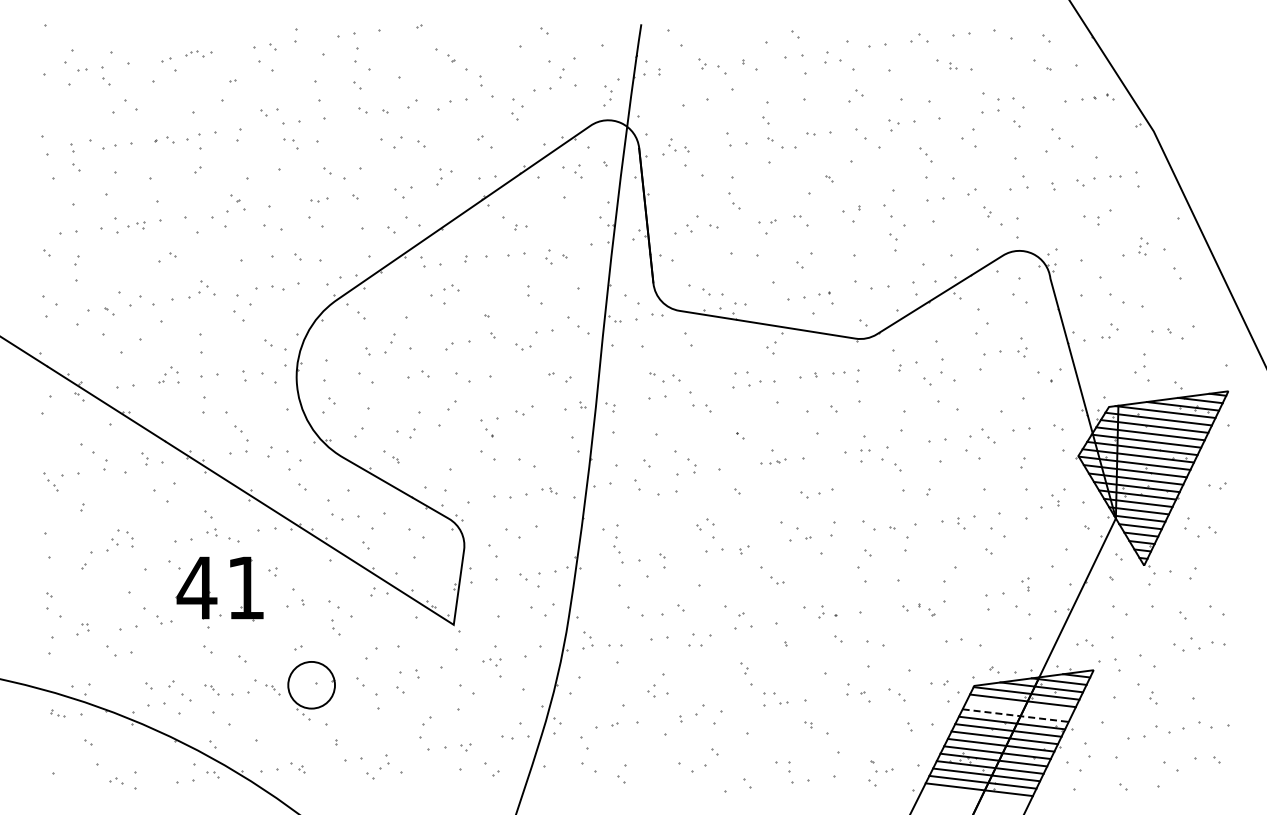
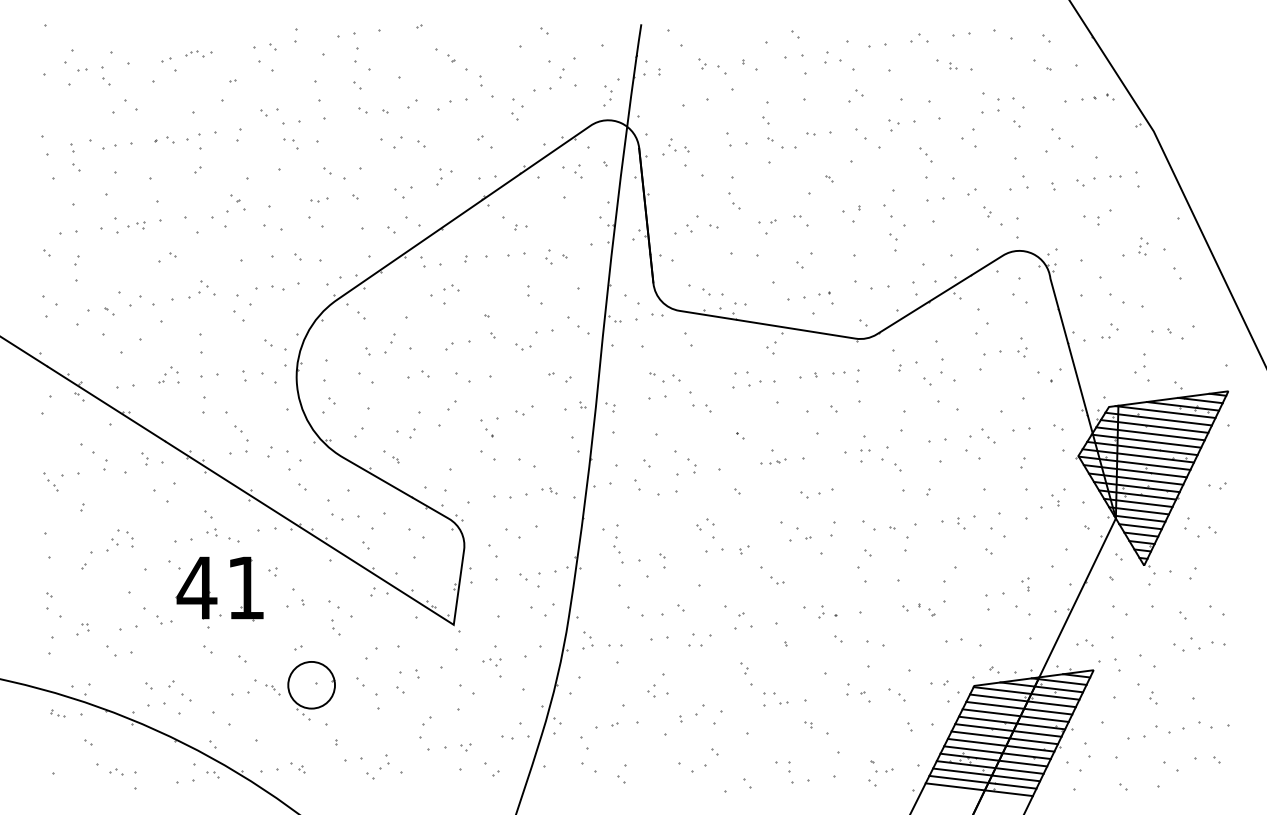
part at (211, 689): present -> none
line at (1019, 707): none -> present
line at (1016, 715): dashed -> solid
part at (116, 780) position: (116, 780) -> (116, 771)
